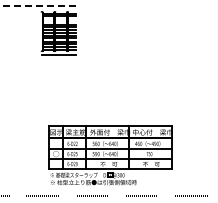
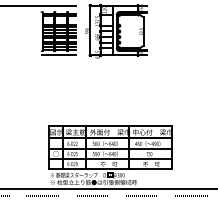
line at (37, 5): dashed -> solid
part at (116, 31): none -> present
line at (108, 189): none -> present
